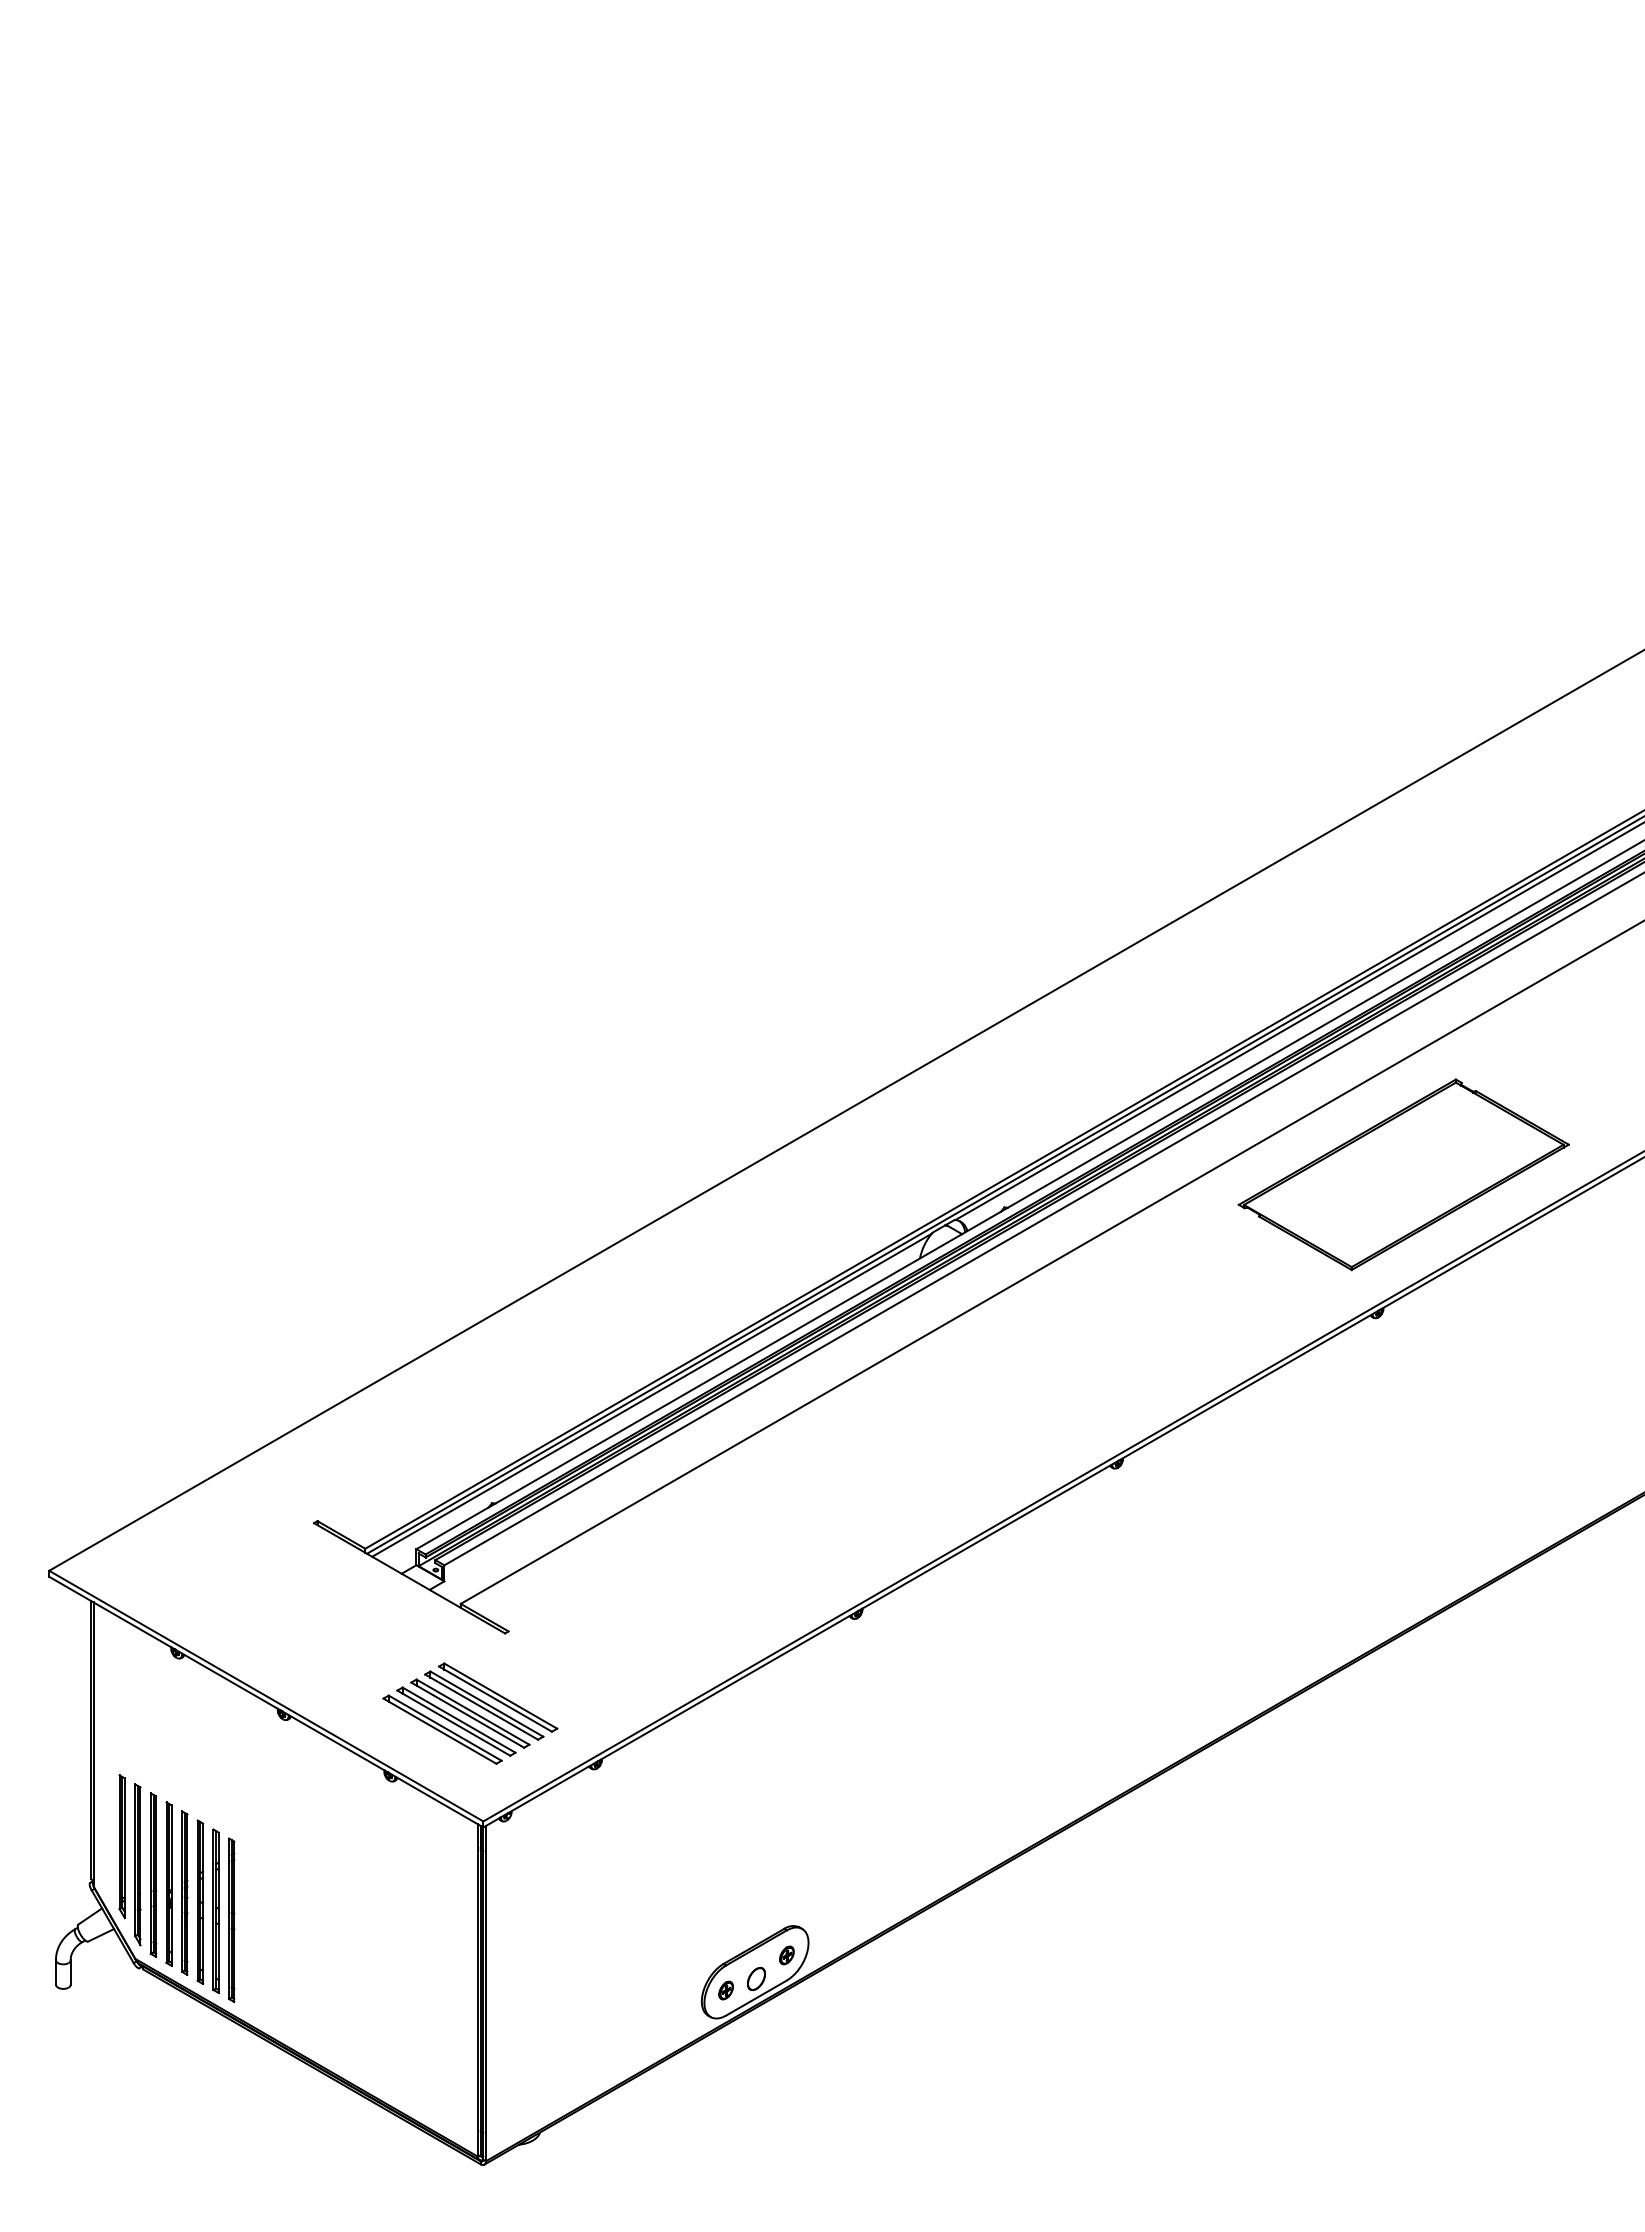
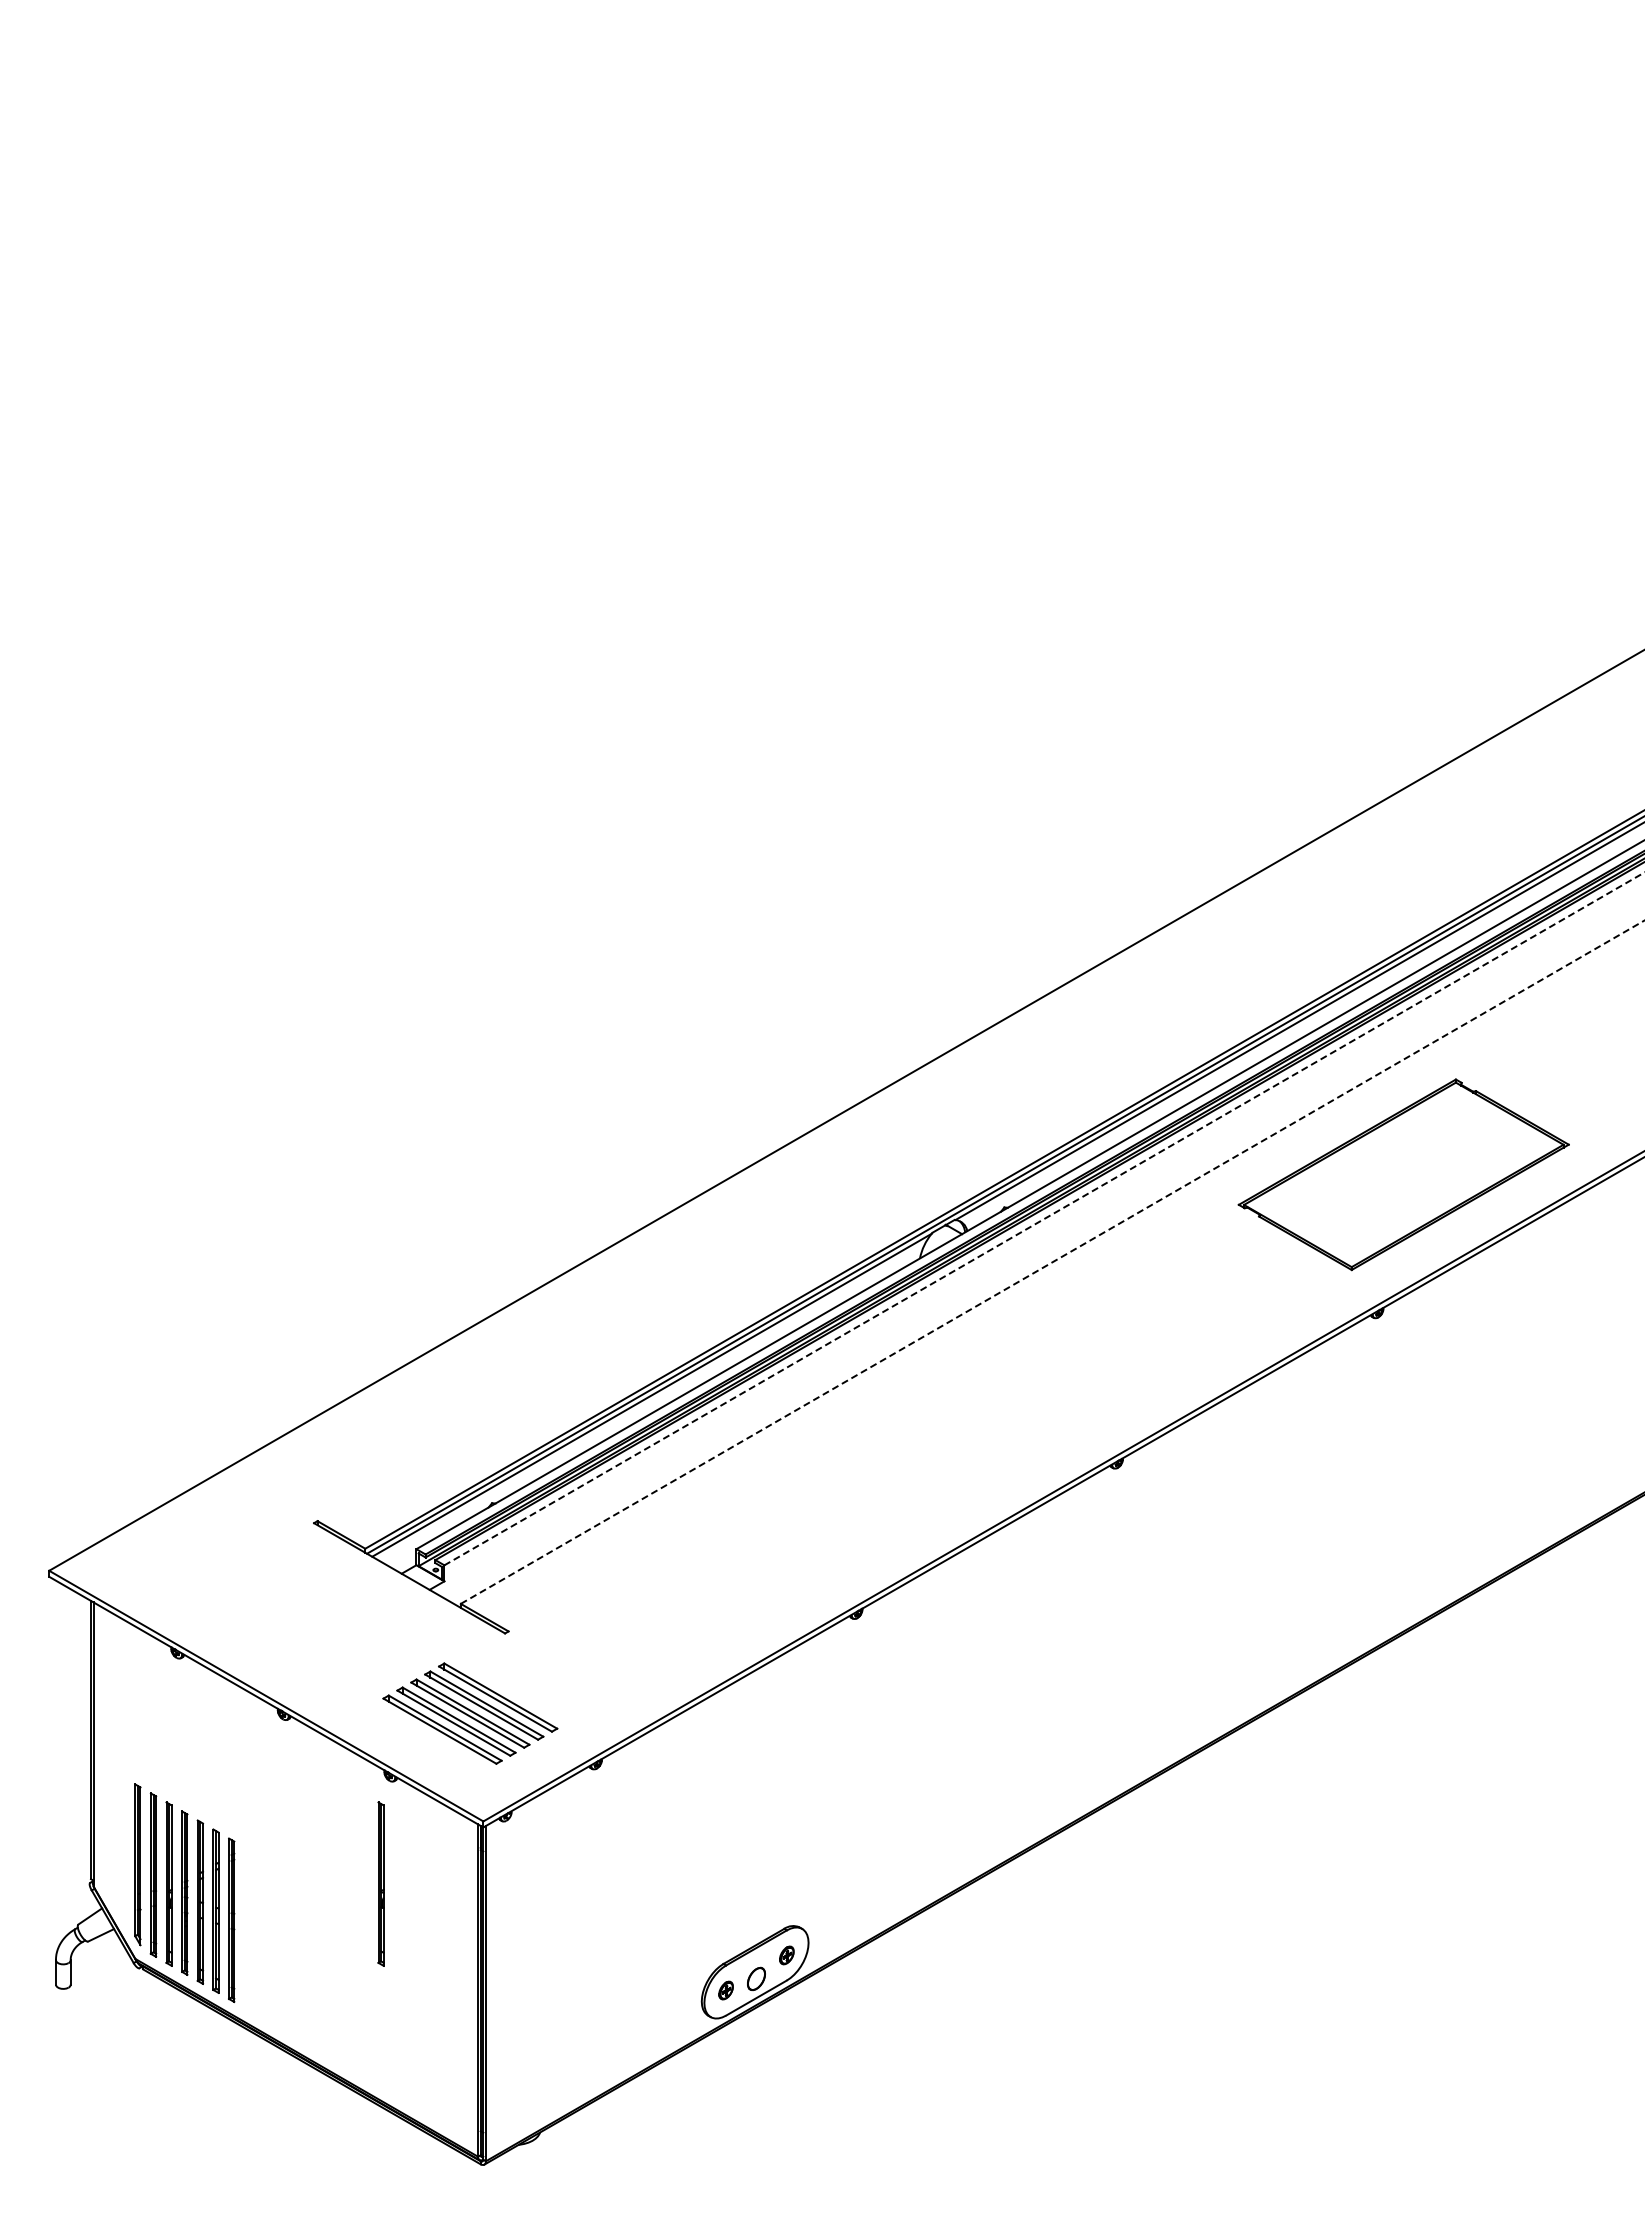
line at (1044, 1218): solid -> dashed
line at (1053, 1261): solid -> dashed
part at (121, 1846): present -> none
part at (380, 1883): none -> present
